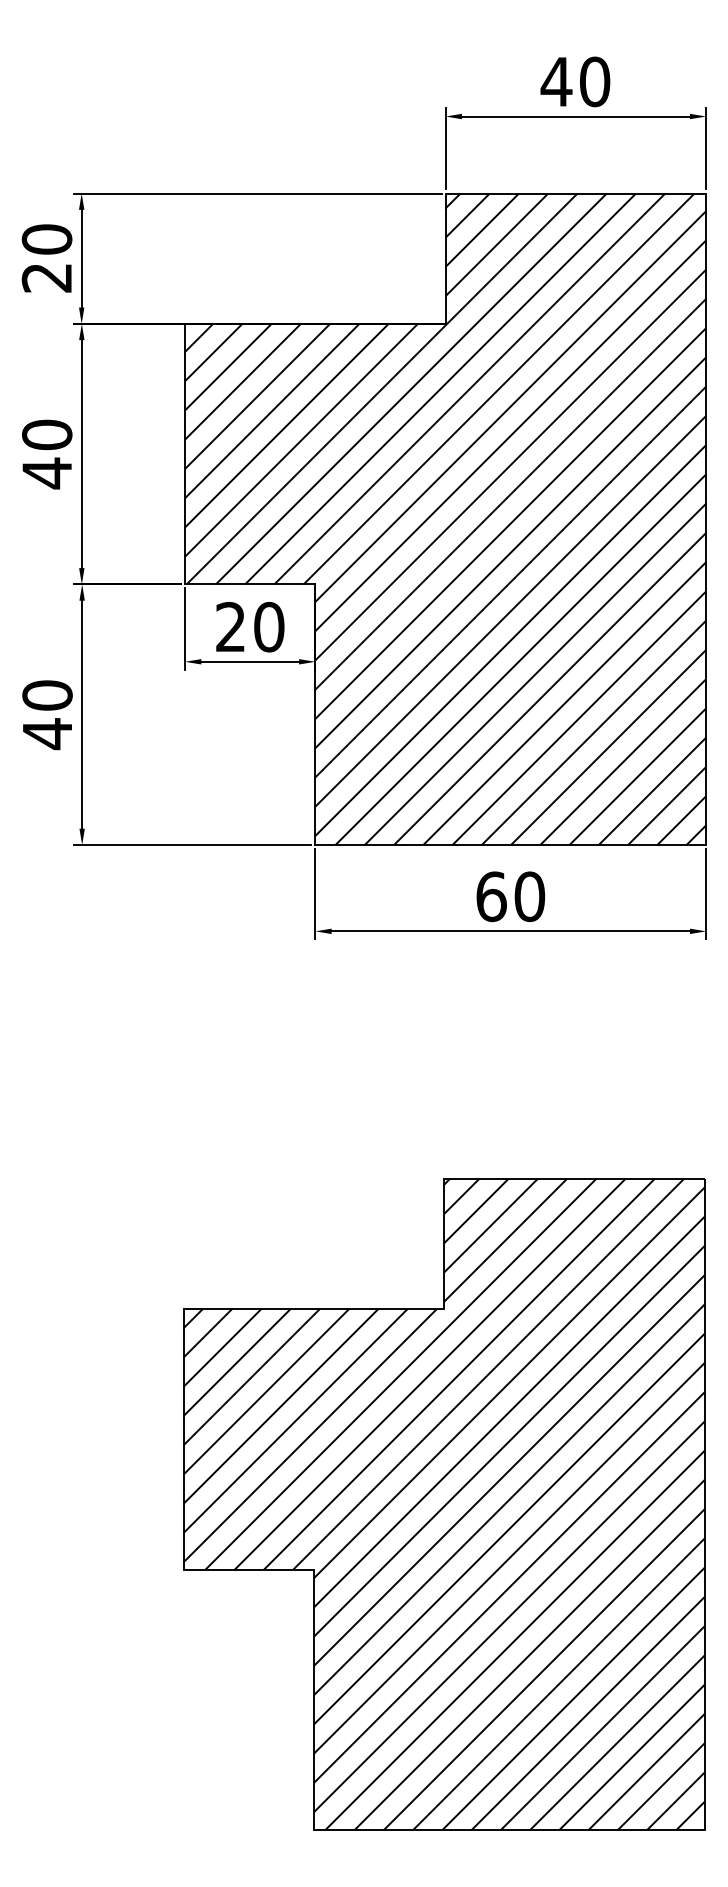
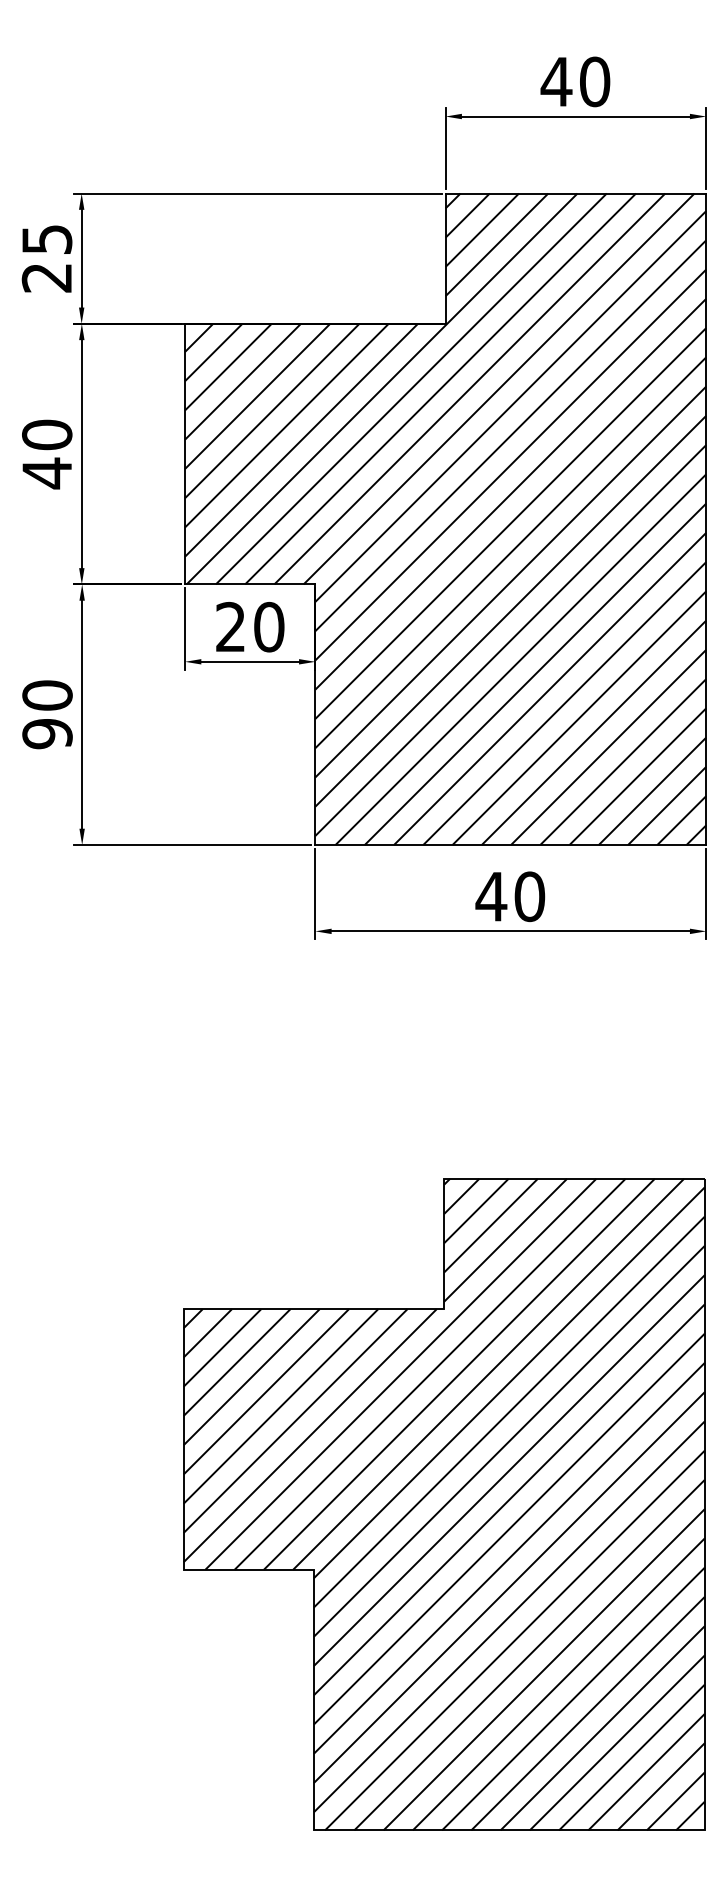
text at (46, 239): 20 -> 25
text at (47, 734): 40 -> 90
text at (491, 896): 60 -> 40
